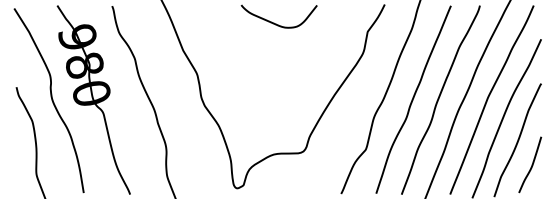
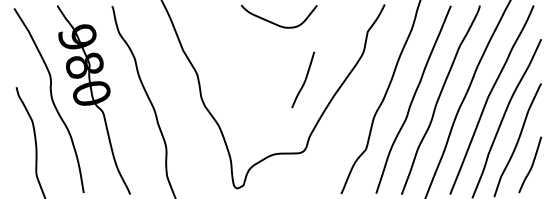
curve at (304, 79): none -> present
